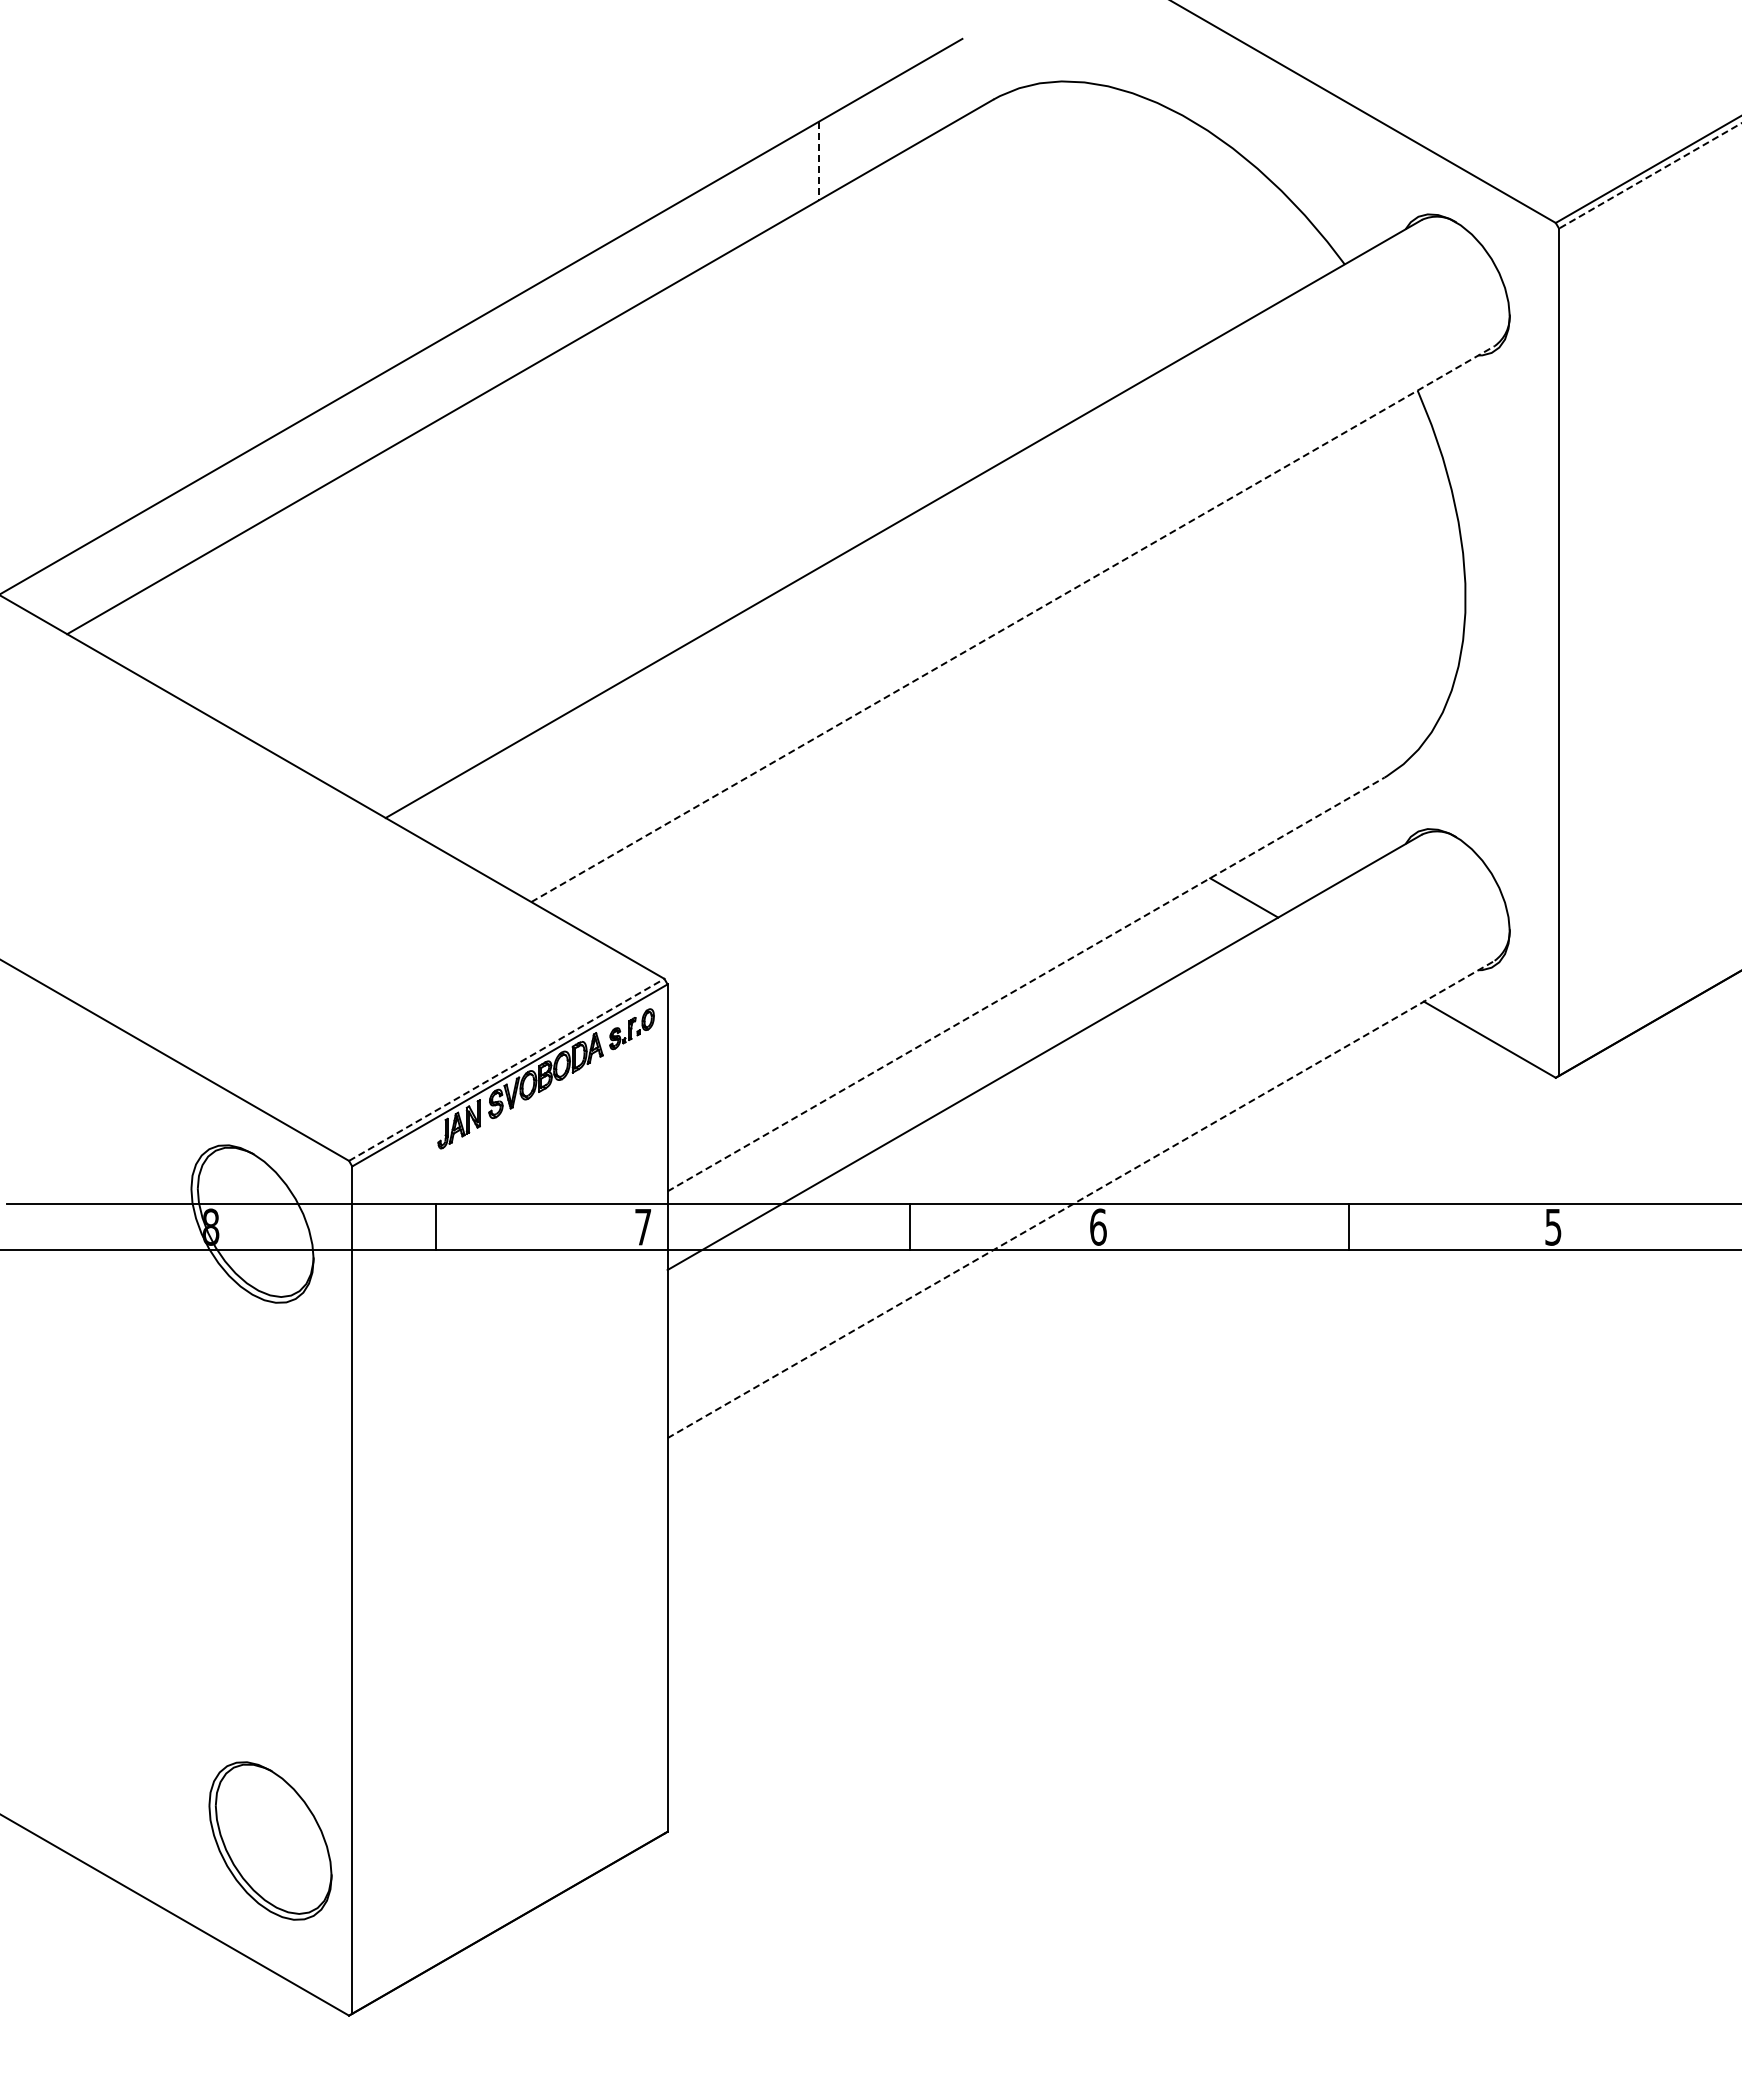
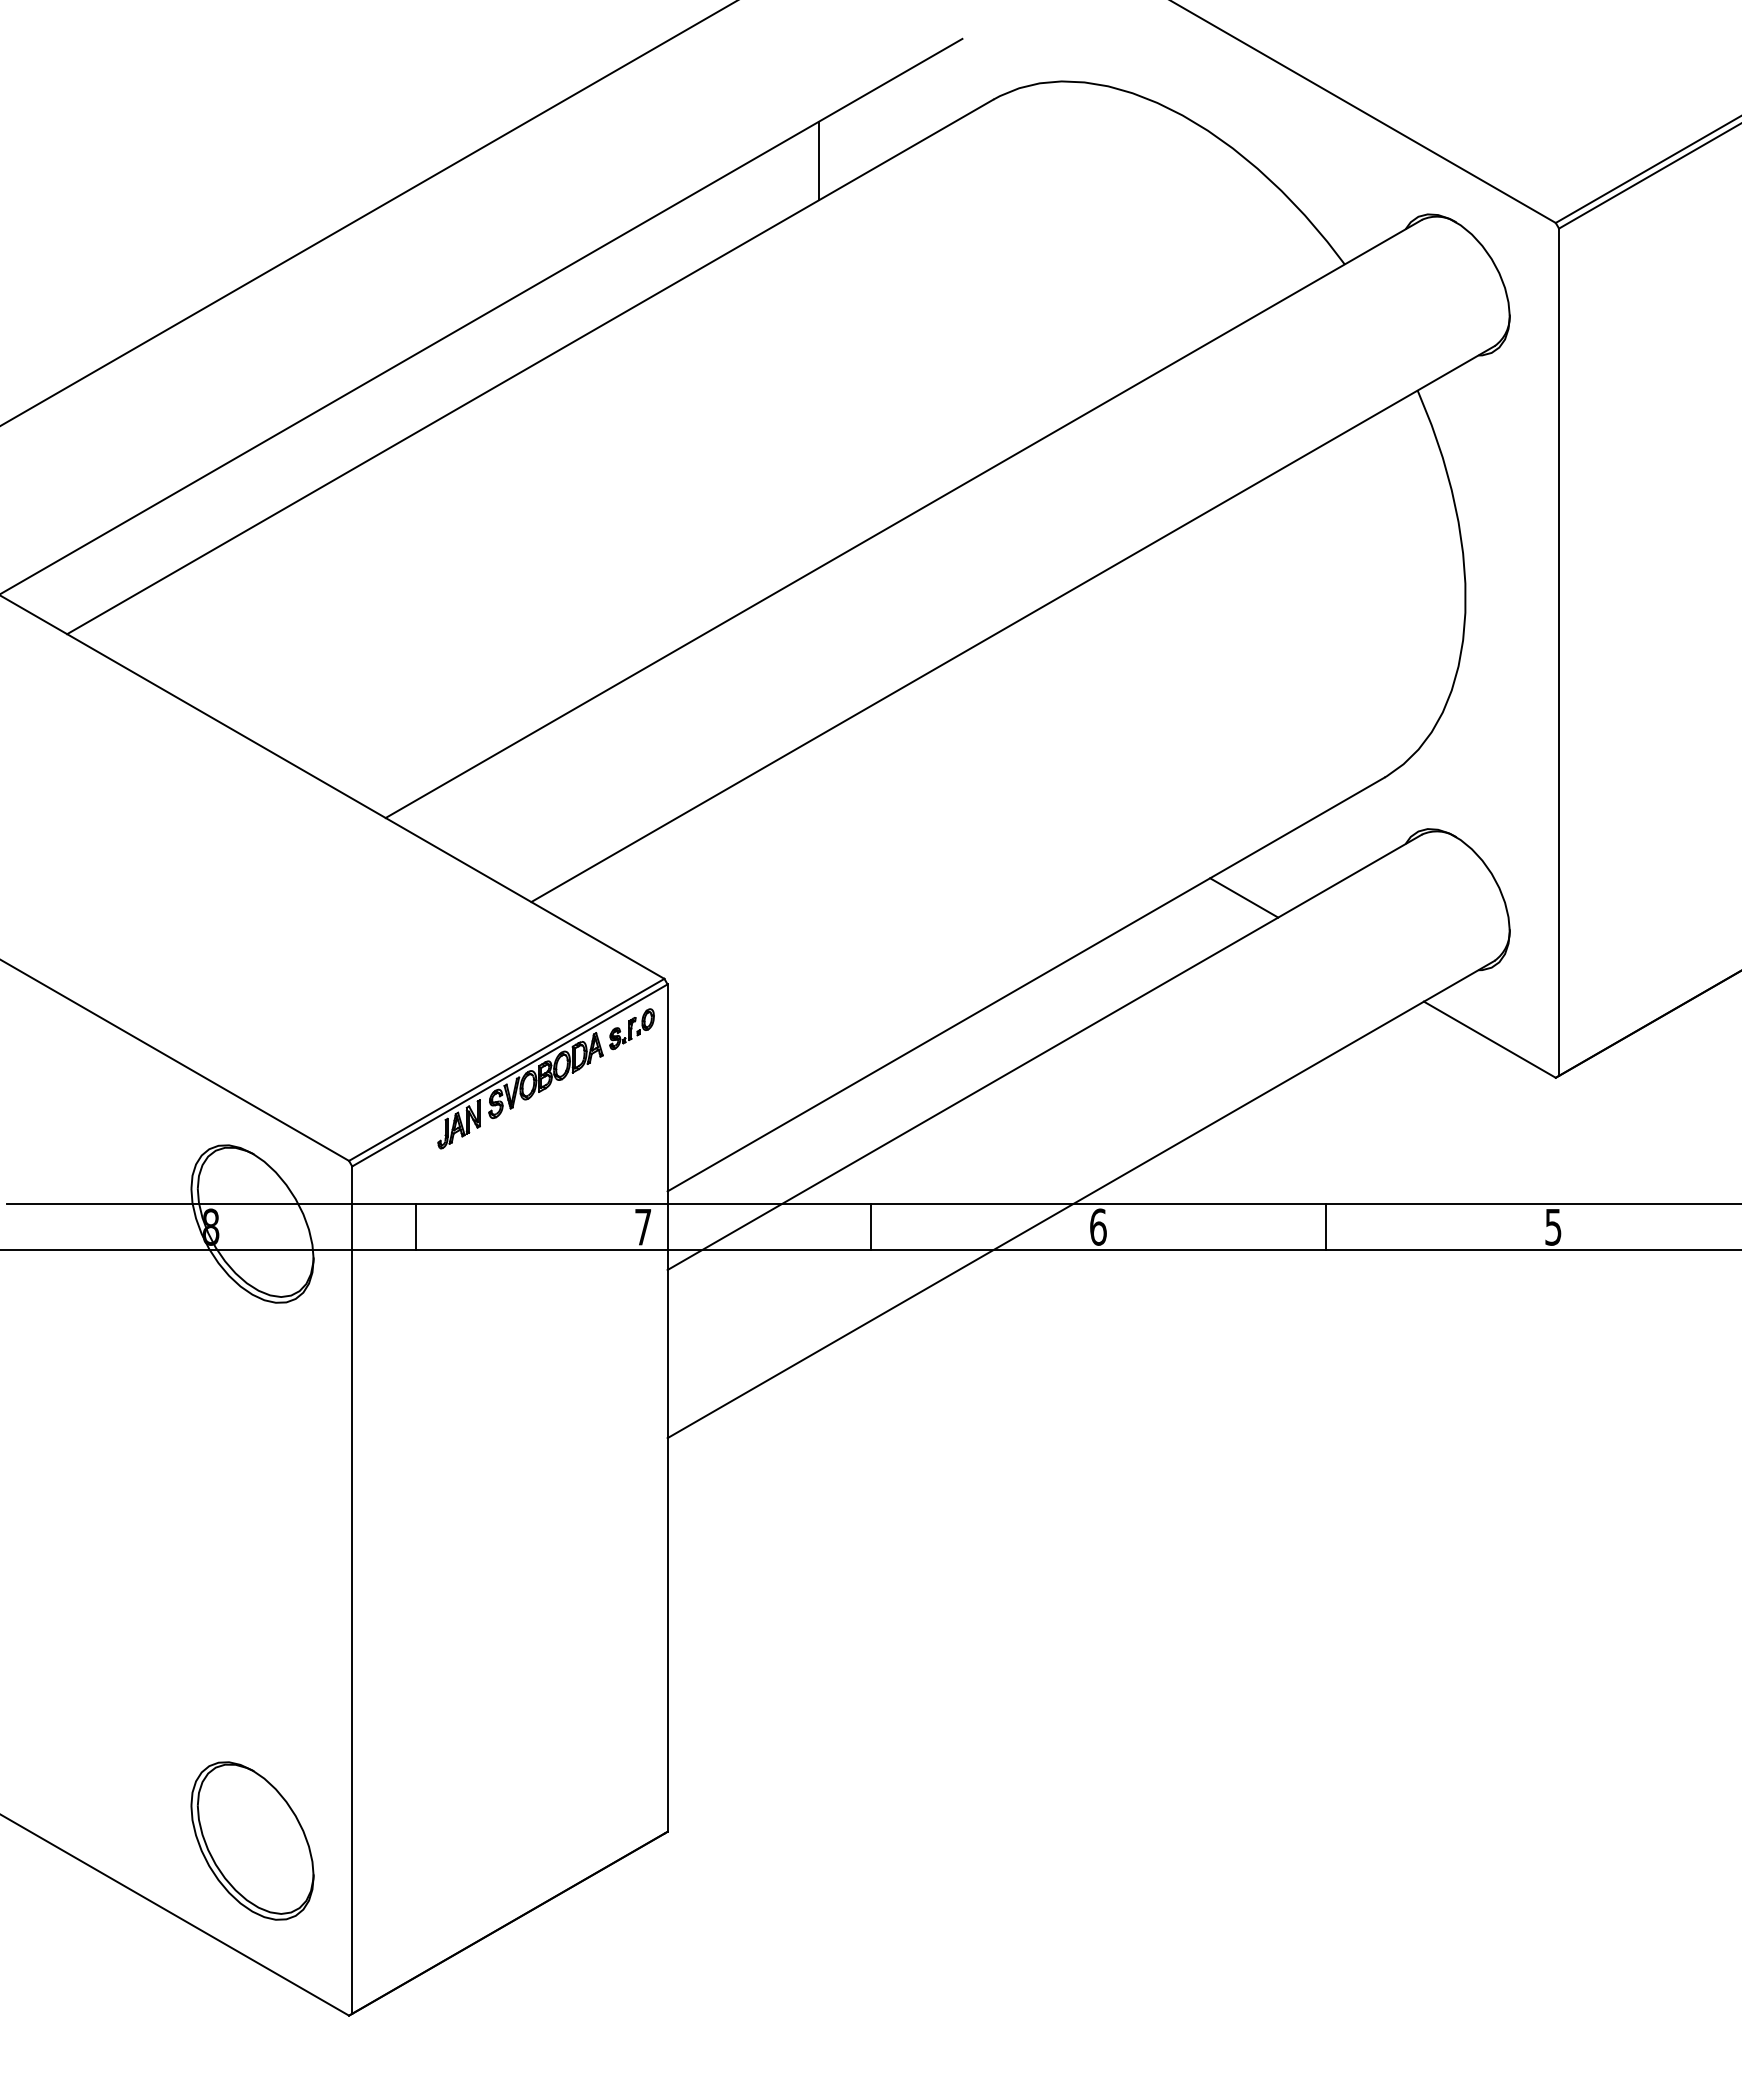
line at (818, 161): dashed -> solid
line at (1649, 176): dashed -> solid
line at (368, 213): none -> present
line at (1013, 623): dashed -> solid
line at (1026, 984): dashed -> solid
line at (507, 1069): dashed -> solid
line at (1081, 1199): dashed -> solid
line at (436, 1226) position: (436, 1226) -> (416, 1226)
line at (910, 1226) position: (910, 1226) -> (871, 1226)
line at (1349, 1226) position: (1349, 1226) -> (1326, 1226)
part at (270, 1840) position: (270, 1840) -> (252, 1840)
